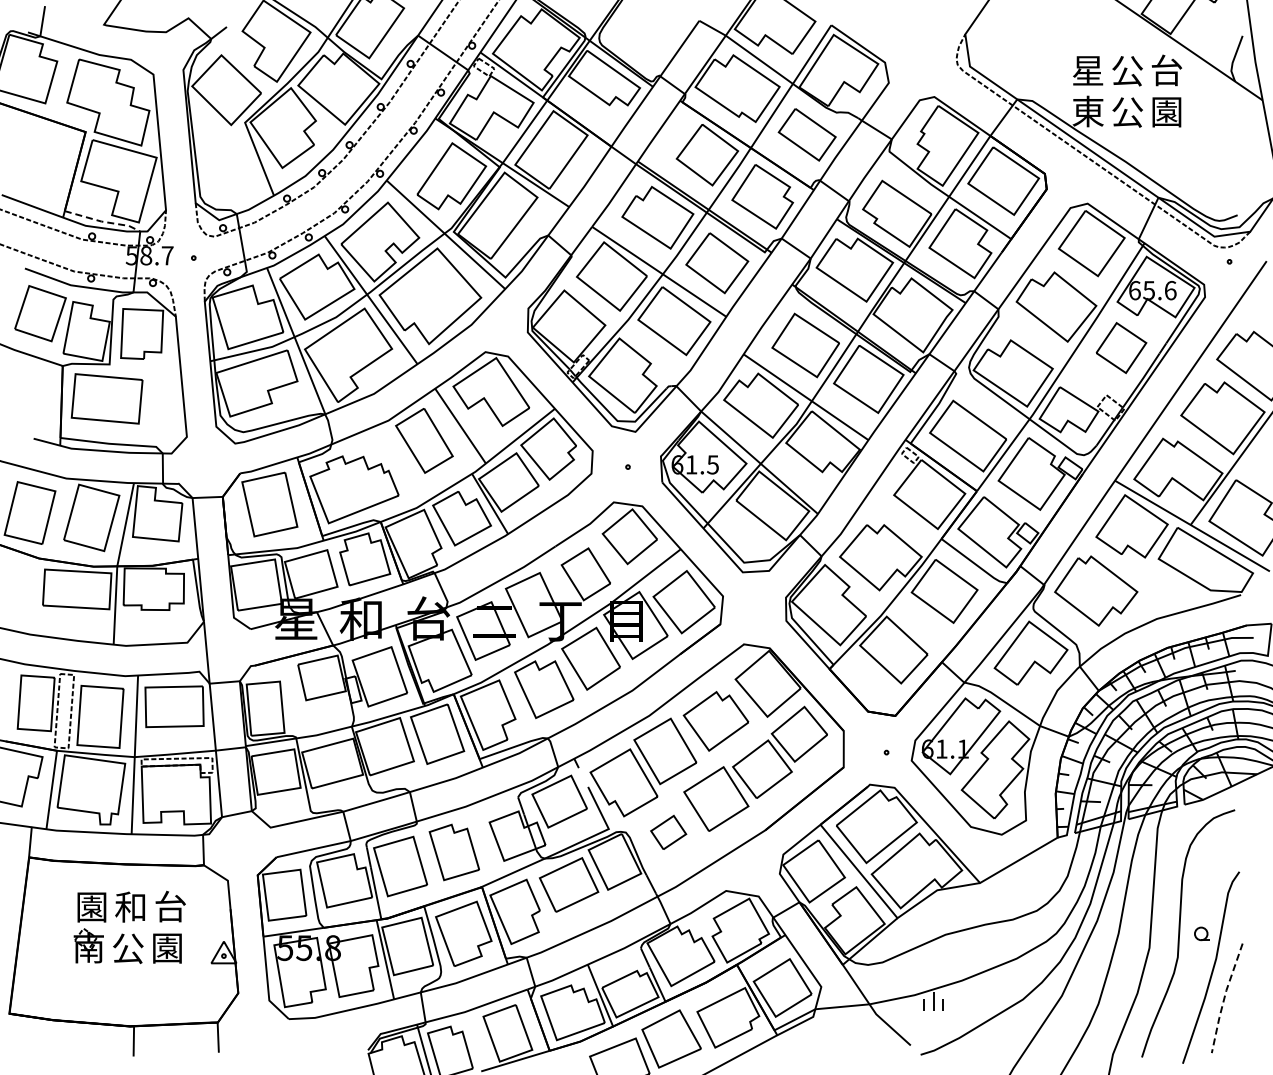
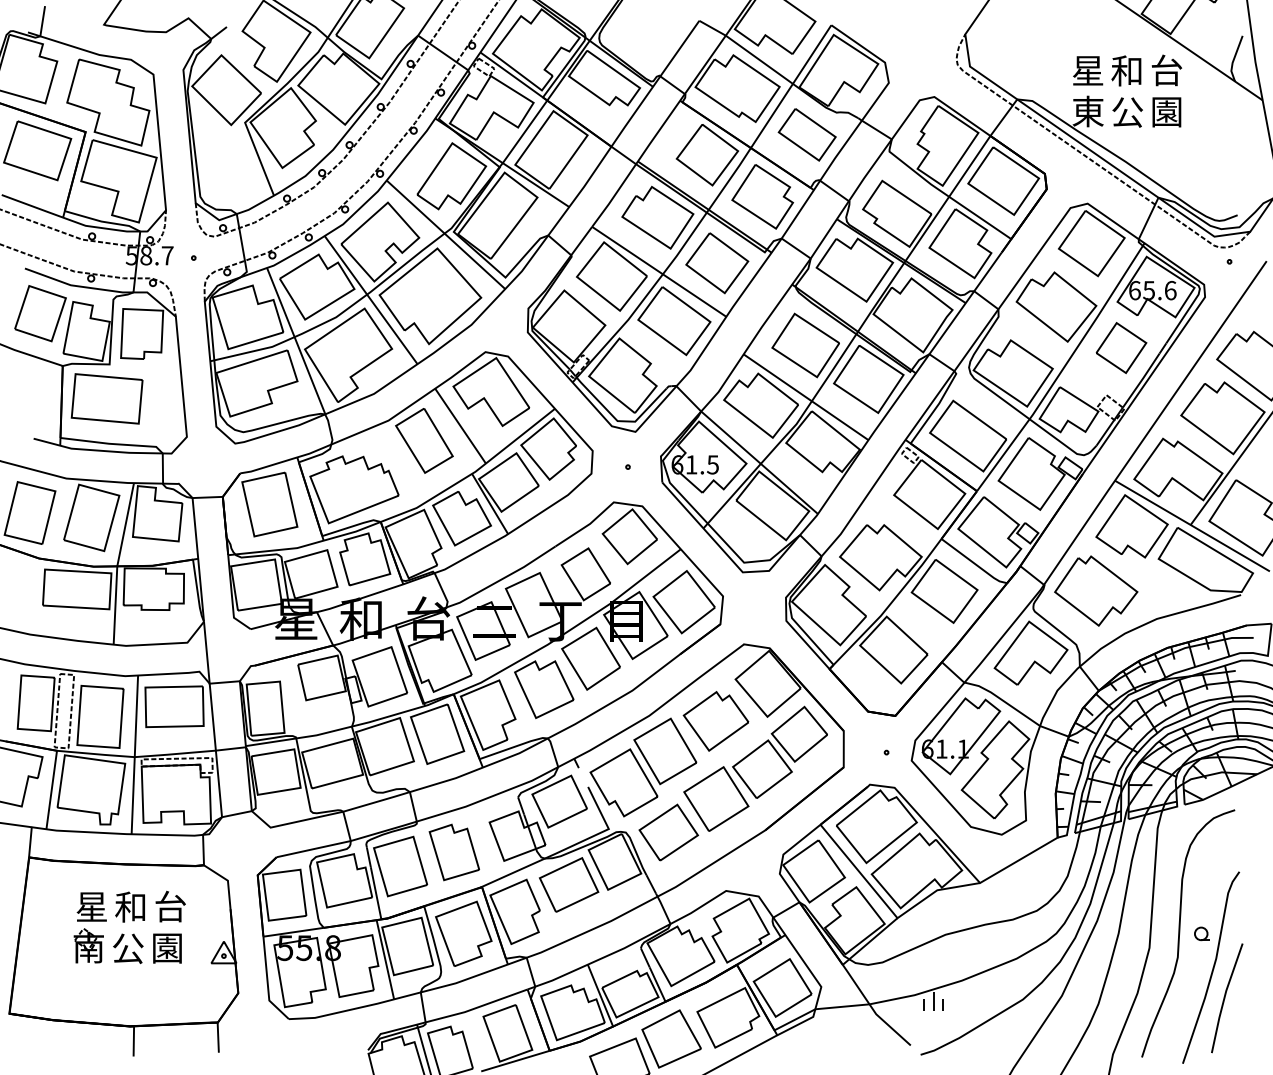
text at (1126, 70): 公 -> 和
part at (37, 150): none -> present
line at (103, 221): dashed -> solid
part at (668, 831) size: 38x36 px -> 61x59 px
text at (91, 907): 園 -> 星
line at (1224, 998): dashed -> solid
